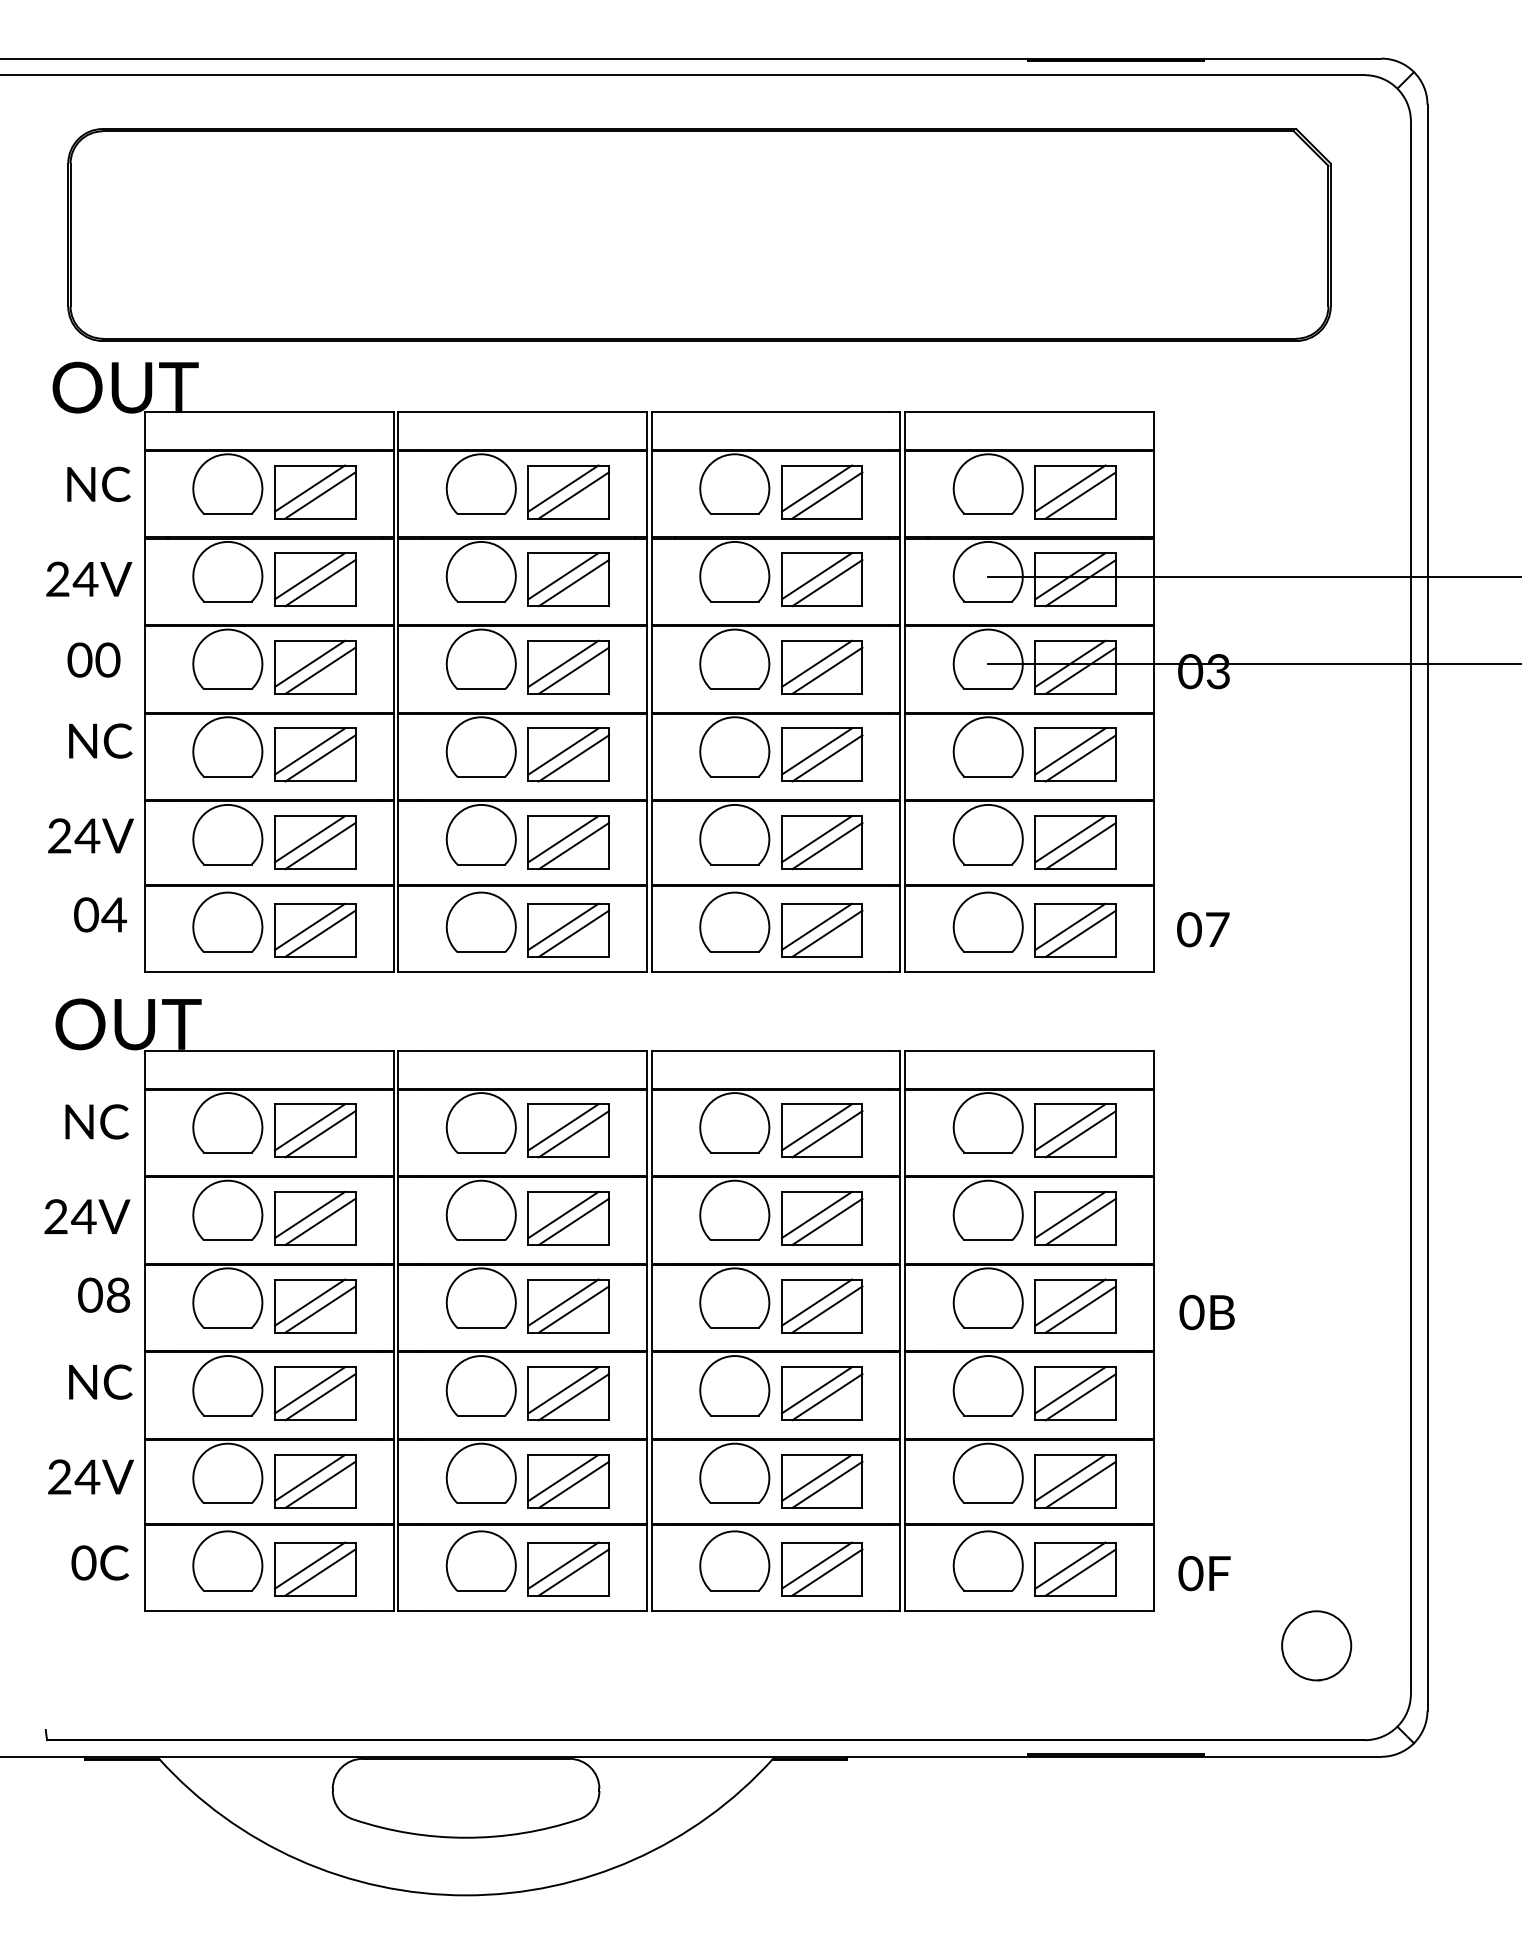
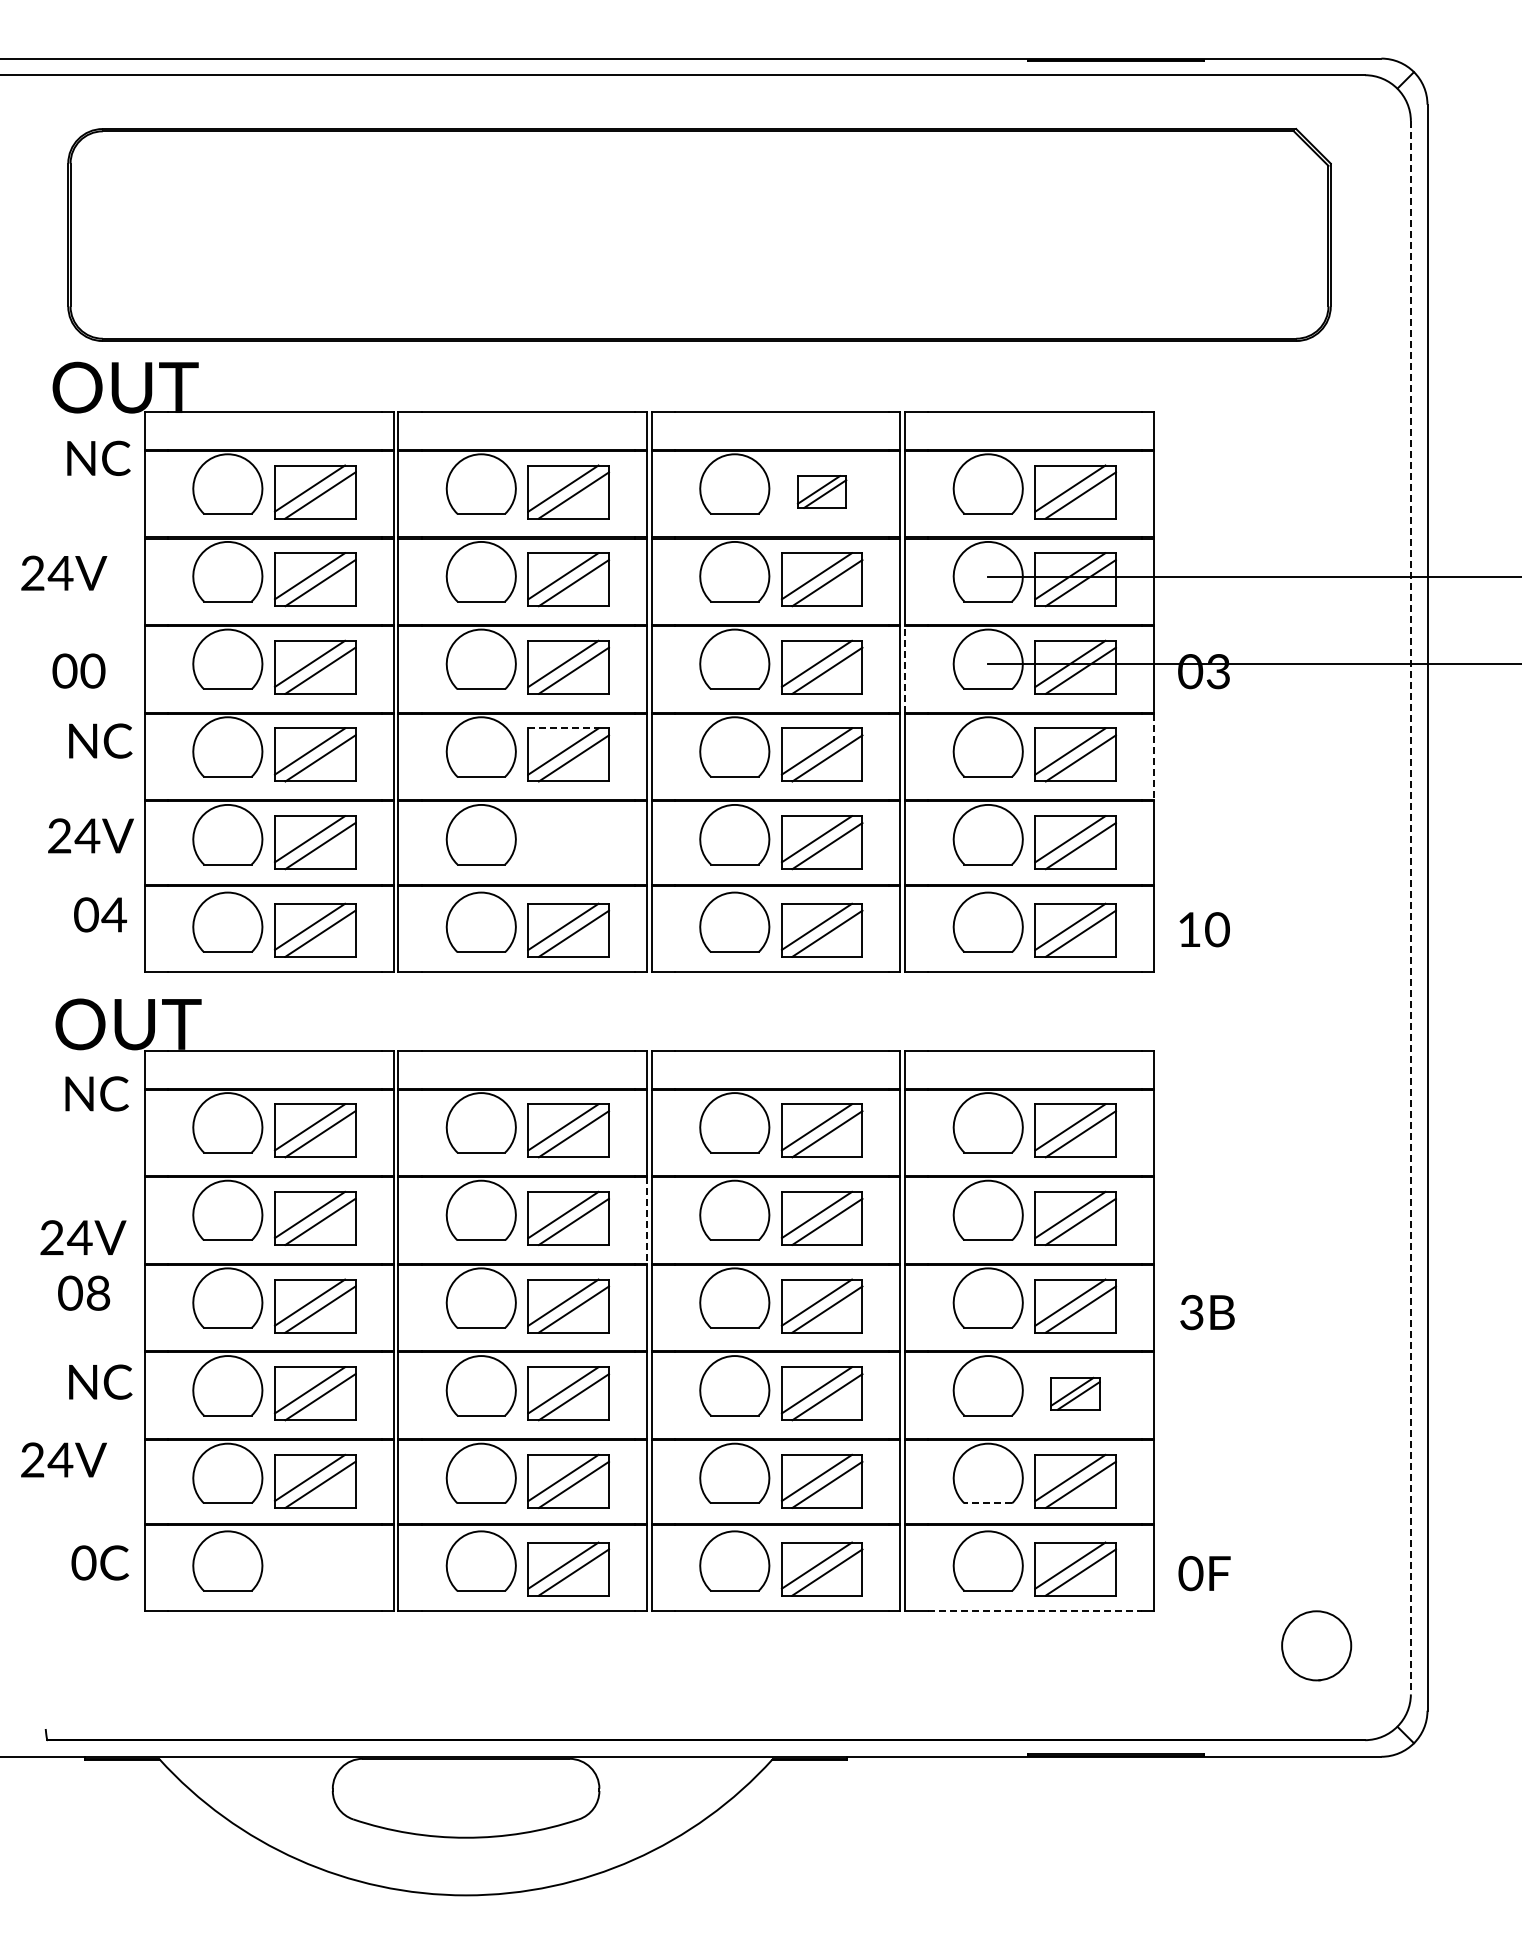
text at (98, 483) position: (98, 483) -> (98, 457)
part at (821, 491) size: 84x56 px -> 52x34 px
text at (89, 578) position: (89, 578) -> (64, 572)
text at (93, 659) position: (93, 659) -> (78, 670)
line at (905, 668): solid -> dashed
line at (564, 728): solid -> dashed
line at (1153, 757): solid -> dashed
part at (568, 842): present -> none
line at (1410, 907): solid -> dashed
text at (1203, 929): 07 -> 10
text at (96, 1121) position: (96, 1121) -> (96, 1093)
text at (87, 1216) position: (87, 1216) -> (83, 1237)
line at (646, 1221): solid -> dashed
text at (104, 1294) position: (104, 1294) -> (84, 1292)
text at (1191, 1312): 0B -> 3B
part at (1075, 1393) size: 83x56 px -> 51x35 px
text at (90, 1476) position: (90, 1476) -> (63, 1459)
line at (988, 1503): solid -> dashed
part at (315, 1568): present -> none
line at (1035, 1610): solid -> dashed
